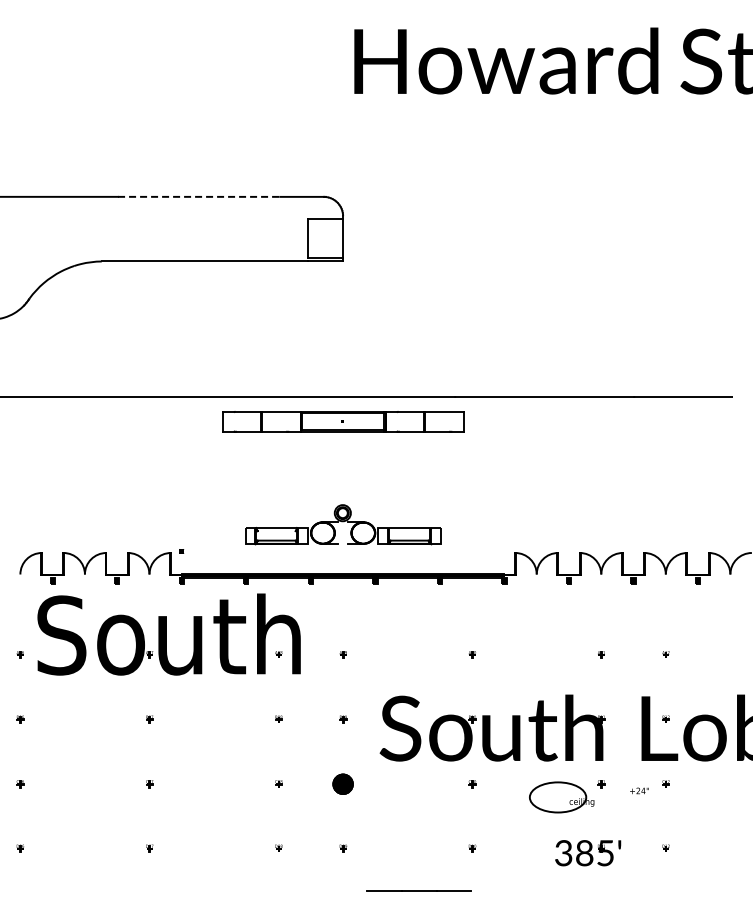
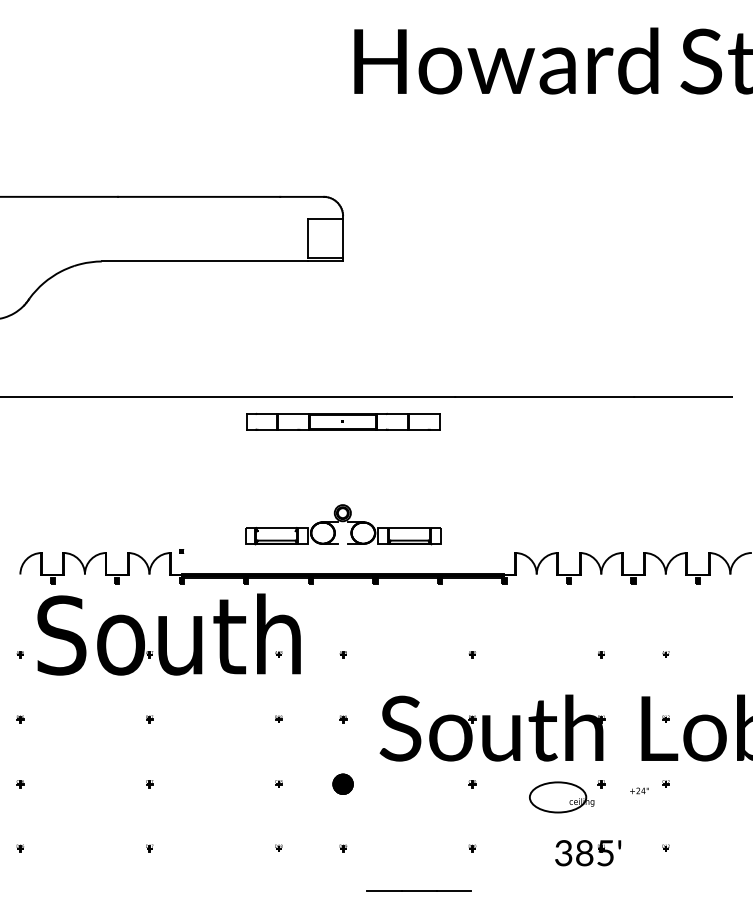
line at (199, 196): dashed -> solid
part at (343, 421) size: 243x22 px -> 195x18 px
